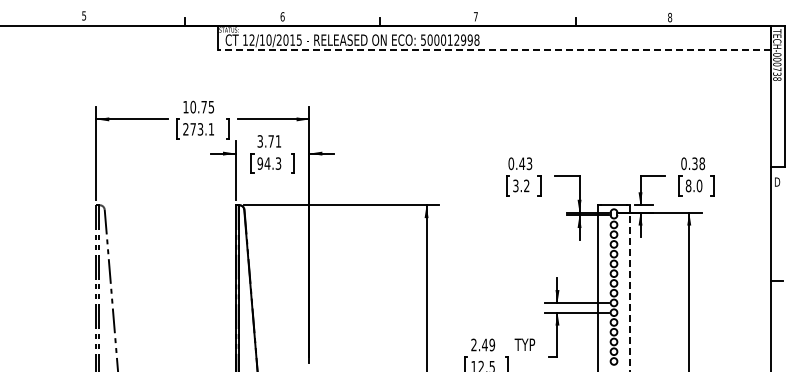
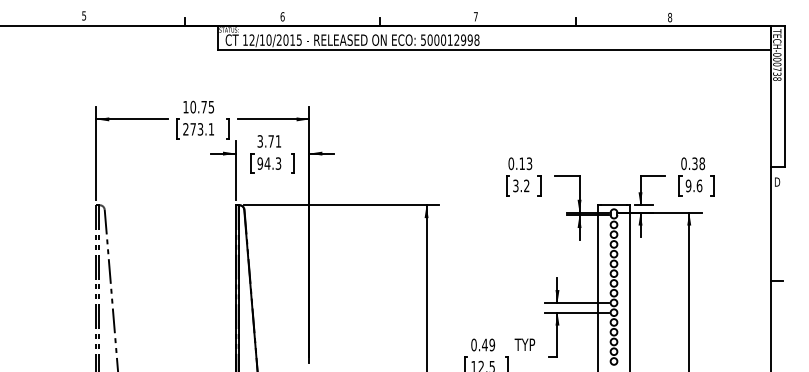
line at (493, 49): dashed -> solid
text at (522, 163): 0.43 -> 0.13
text at (693, 185): 8.0 -> 9.6
line at (629, 289): dashed -> solid
text at (473, 344): 2.49 -> 0.49
